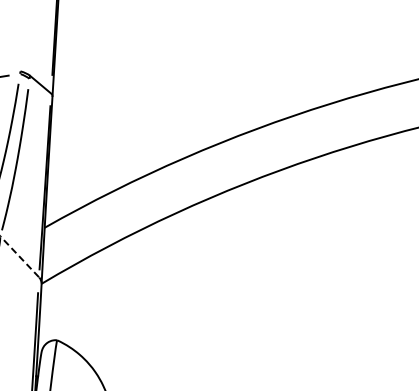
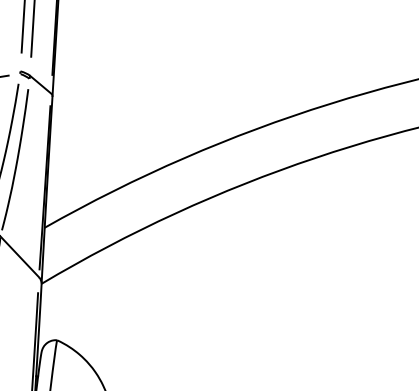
line at (22, 27): none -> present
line at (32, 29): none -> present
line at (19, 256): dashed -> solid
